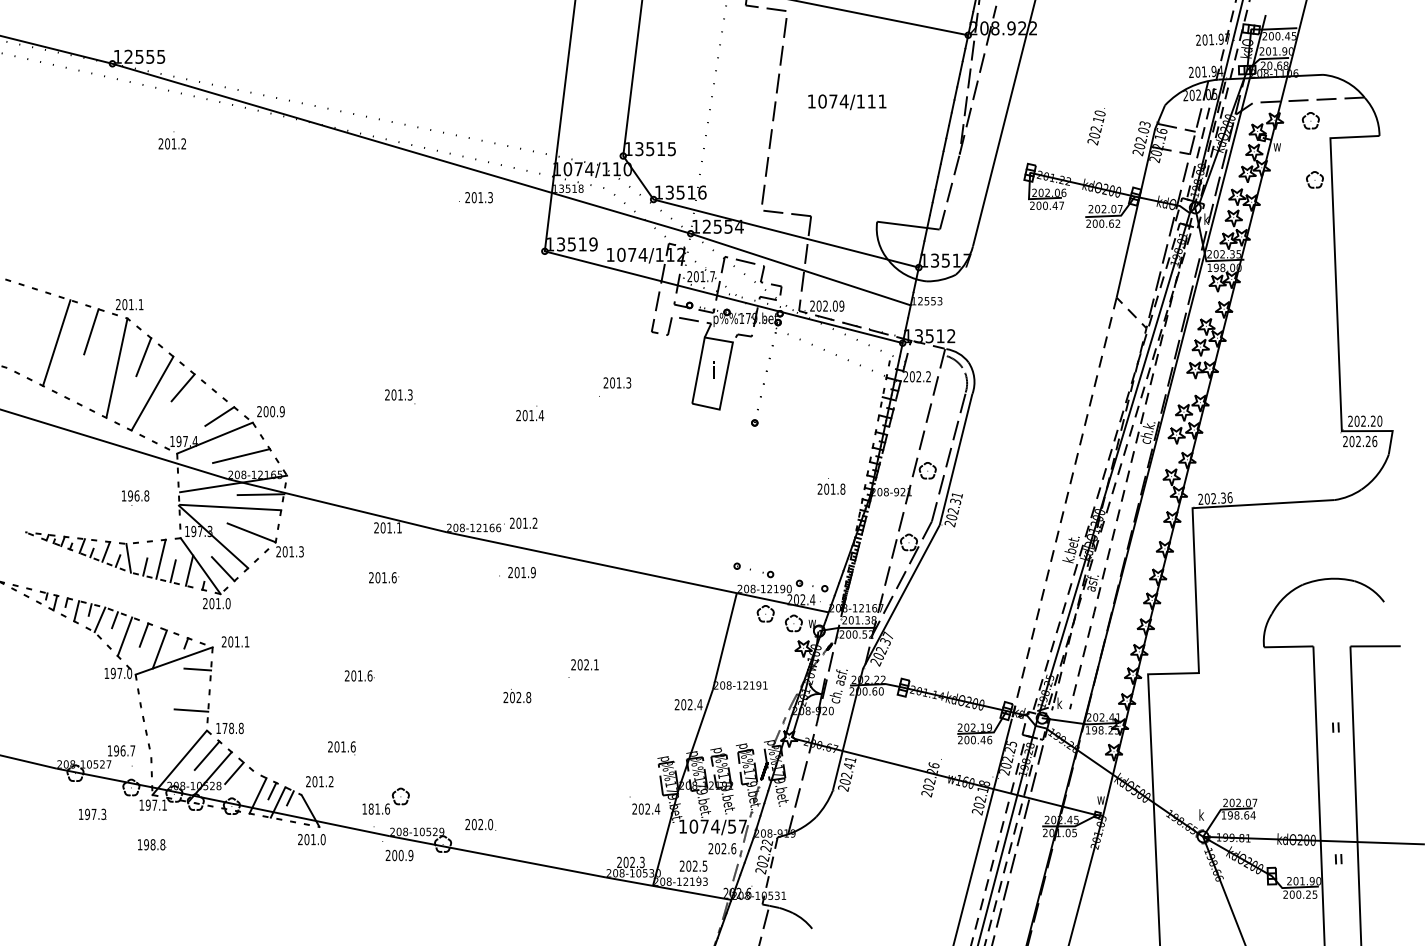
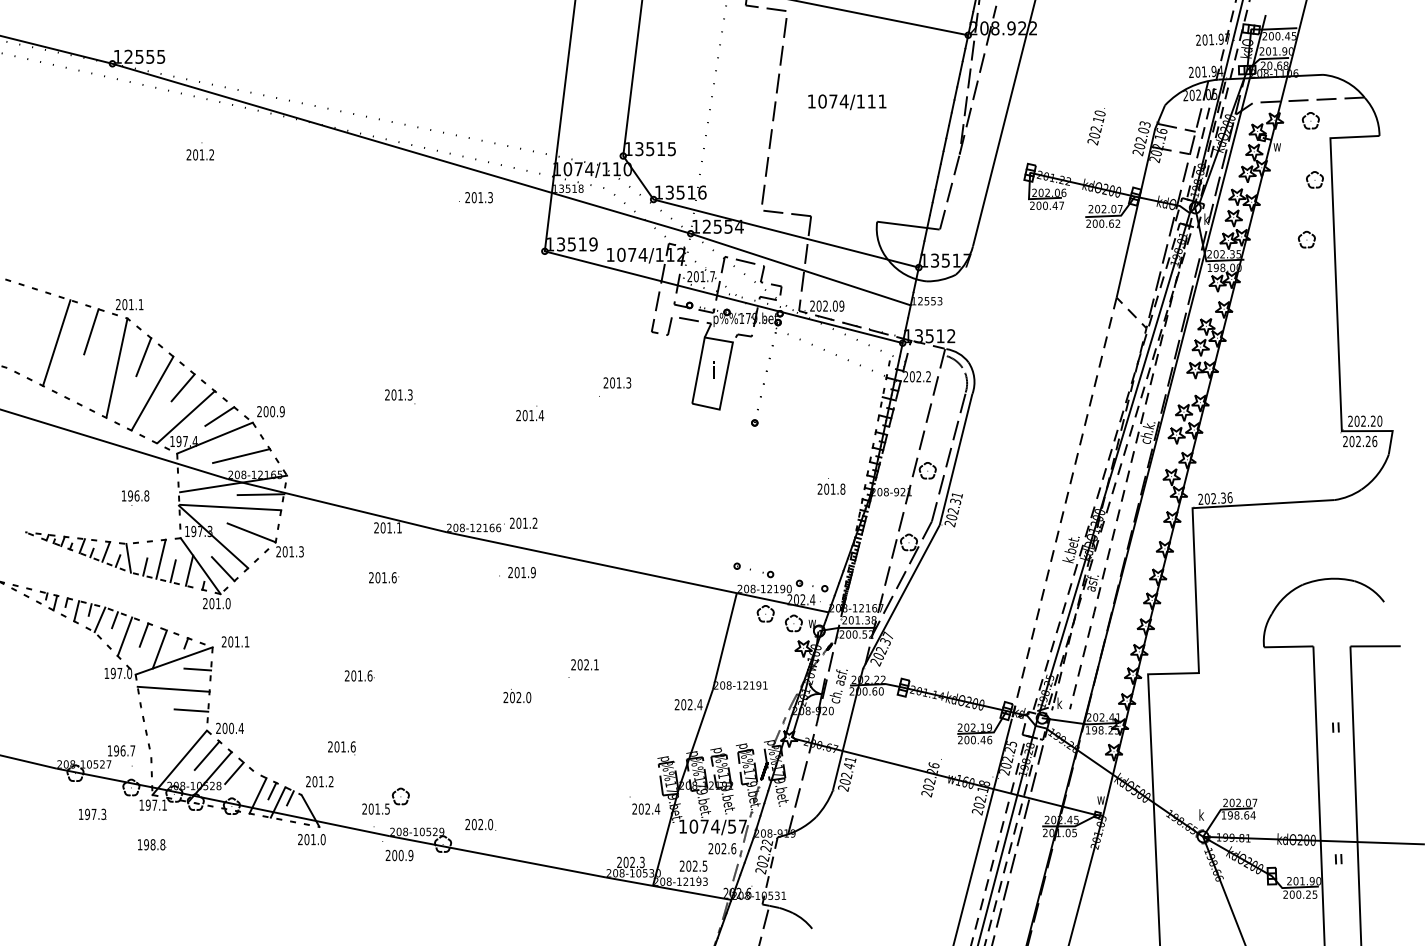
text at (171, 140) position: (171, 140) -> (199, 151)
part at (1306, 239): none -> present
line at (185, 417): none -> present
line at (173, 688): none -> present
text at (528, 697): 202.8 -> 202.0
text at (229, 728): 178.8 -> 200.4
text at (376, 808): 181.6 -> 201.5
